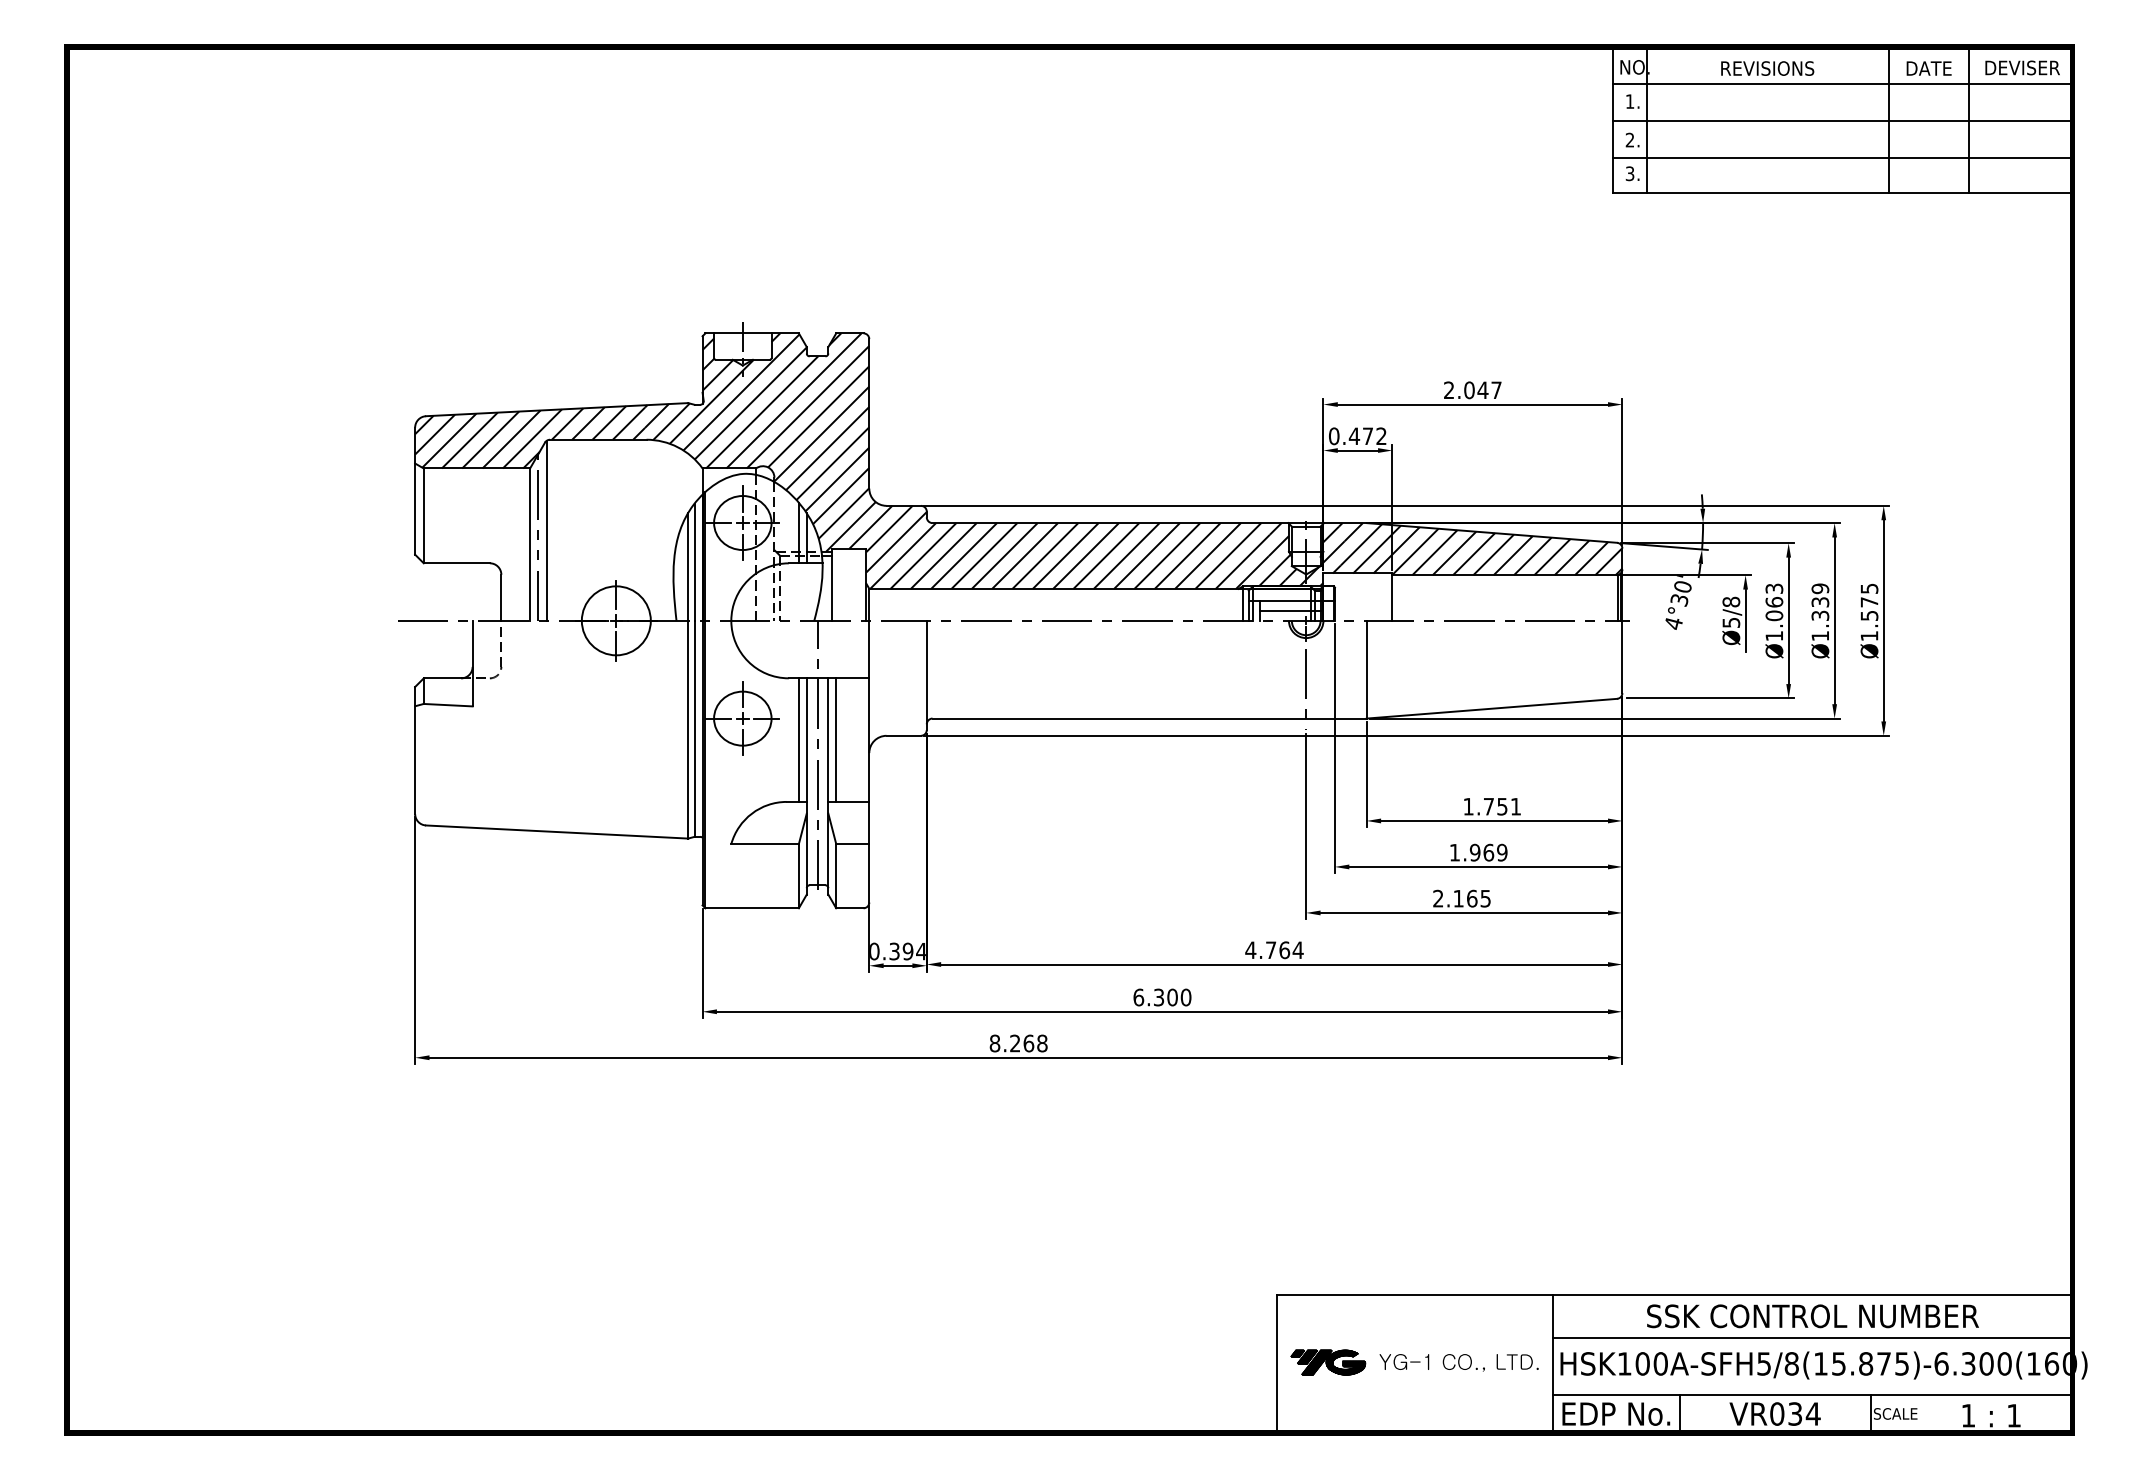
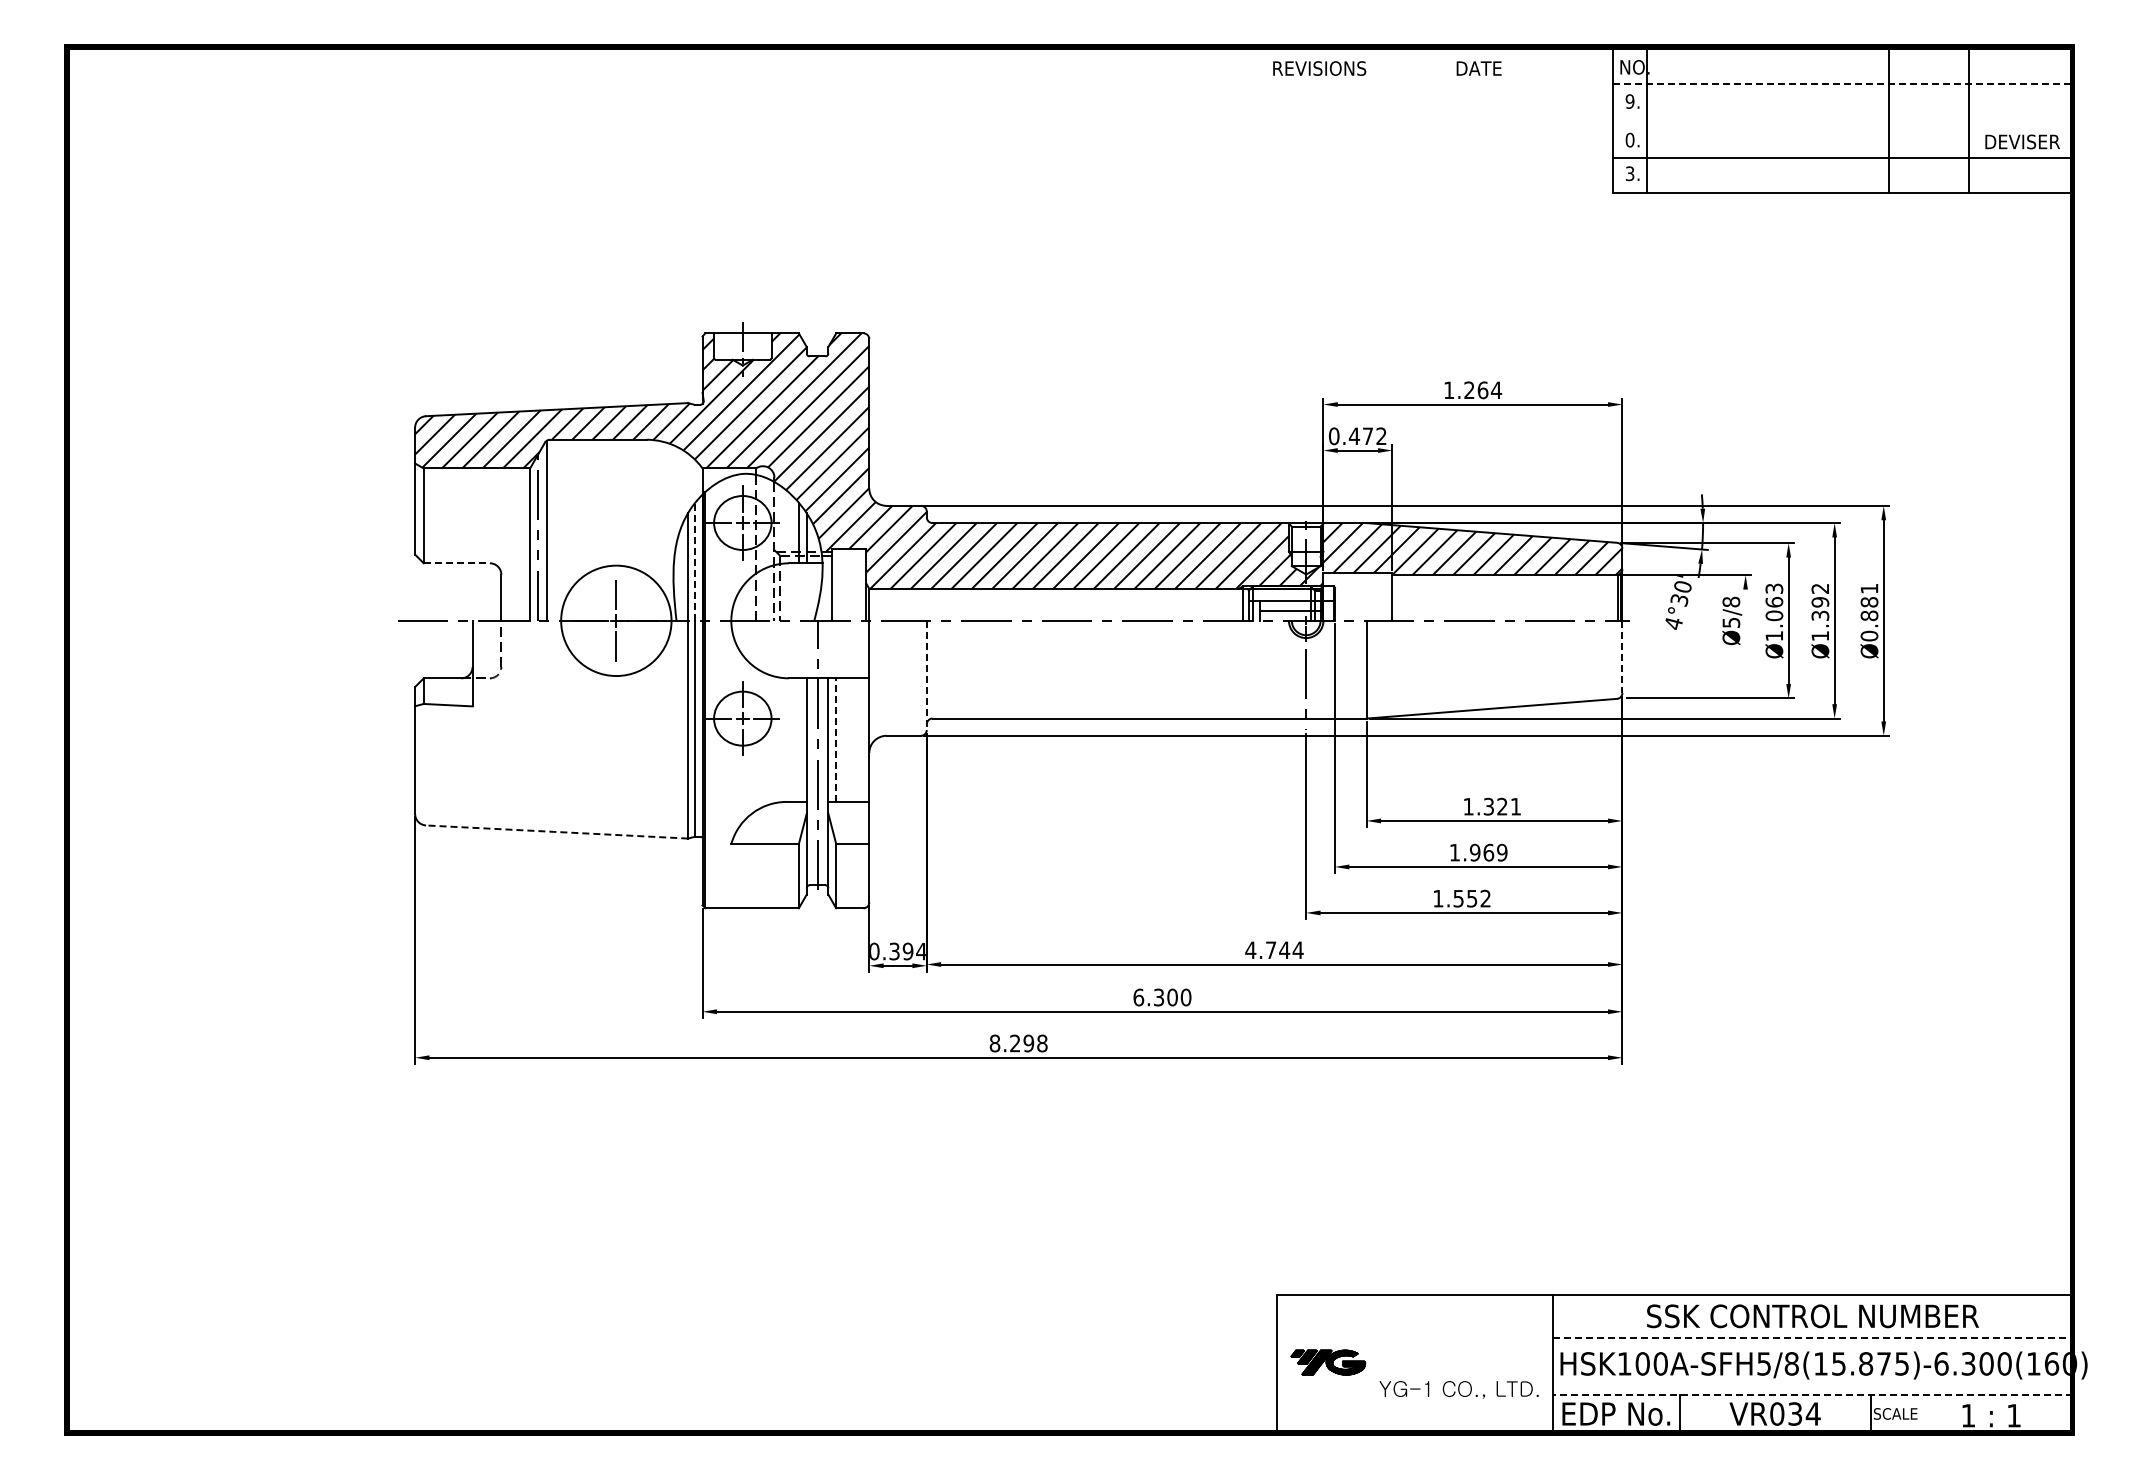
text at (2022, 67) position: (2022, 67) -> (2022, 141)
text at (1767, 68) position: (1767, 68) -> (1319, 68)
text at (1928, 68) position: (1928, 68) -> (1478, 68)
line at (1842, 84): solid -> dashed
text at (1629, 101): 1. -> 9.
line at (1842, 120): present -> none
text at (1629, 139): 2. -> 0.
text at (1473, 390): 2.047 -> 1.264
line at (694, 562): solid -> dashed
line at (457, 563): solid -> dashed
text at (1820, 595): Ø1.339 -> Ø1.392
text at (1869, 612): Ø1.575 -> Ø0.881
circle at (615, 620) diameter: 69 px -> 110 px
line at (1745, 620): present -> none
line at (1622, 657): solid -> dashed
line at (926, 675): solid -> dashed
line at (798, 739): present -> none
line at (836, 740): solid -> dashed
text at (1495, 806): 1.751 -> 1.321
line at (556, 832): solid -> dashed
text at (1461, 898): 2.165 -> 1.552
text at (1284, 950): 4.764 -> 4.744
text at (1028, 1043): 8.268 -> 8.298
line at (1812, 1337): solid -> dashed
text at (1458, 1362) position: (1458, 1362) -> (1458, 1389)
line at (1812, 1395): solid -> dashed
